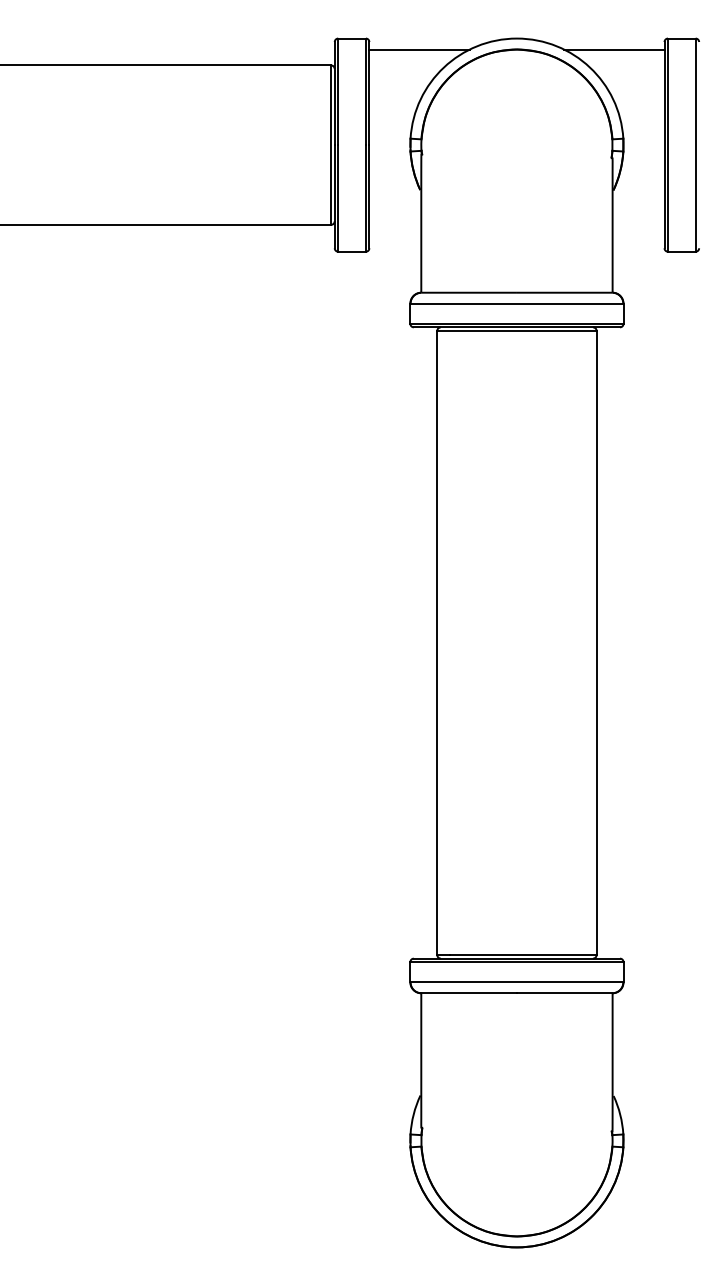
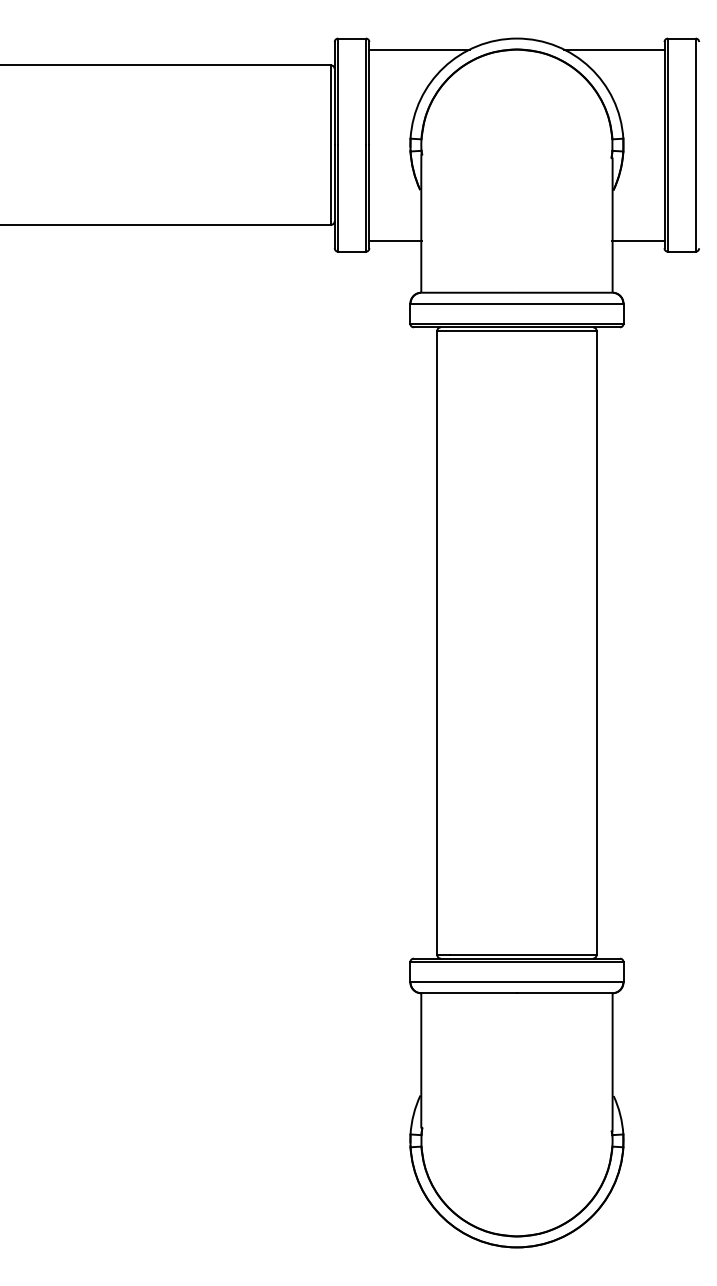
line at (395, 240): none -> present
line at (638, 240): none -> present
